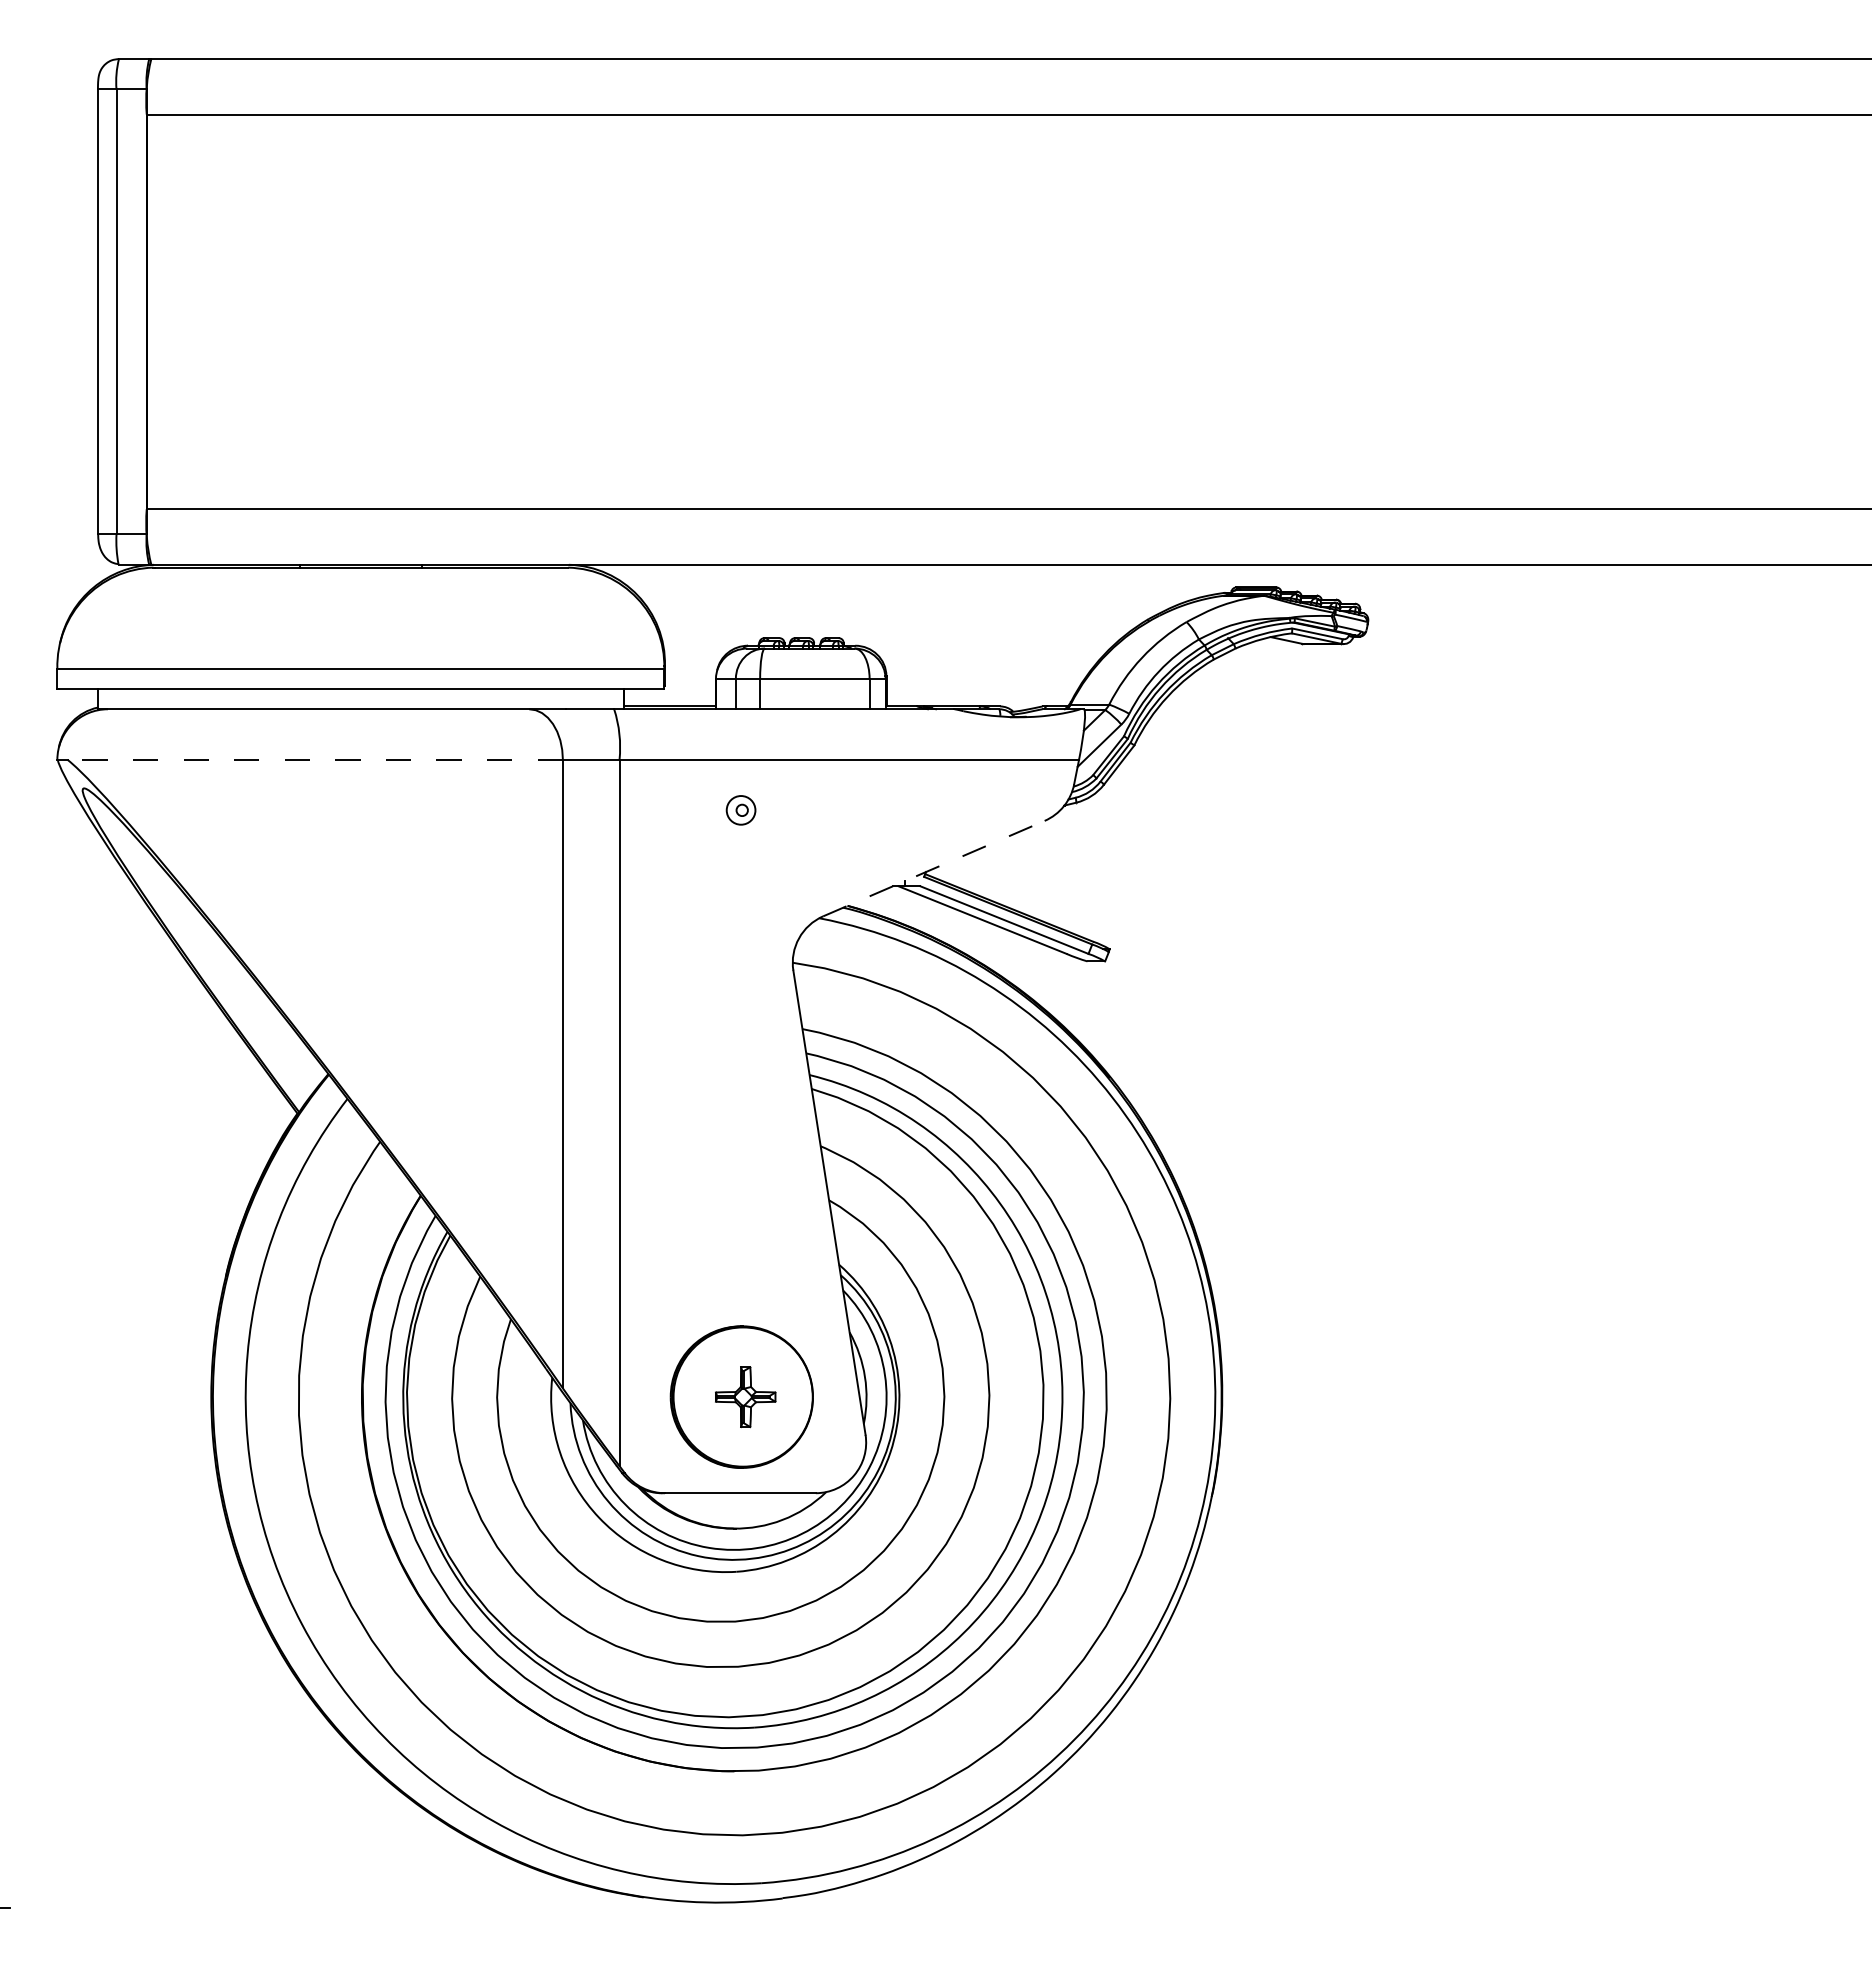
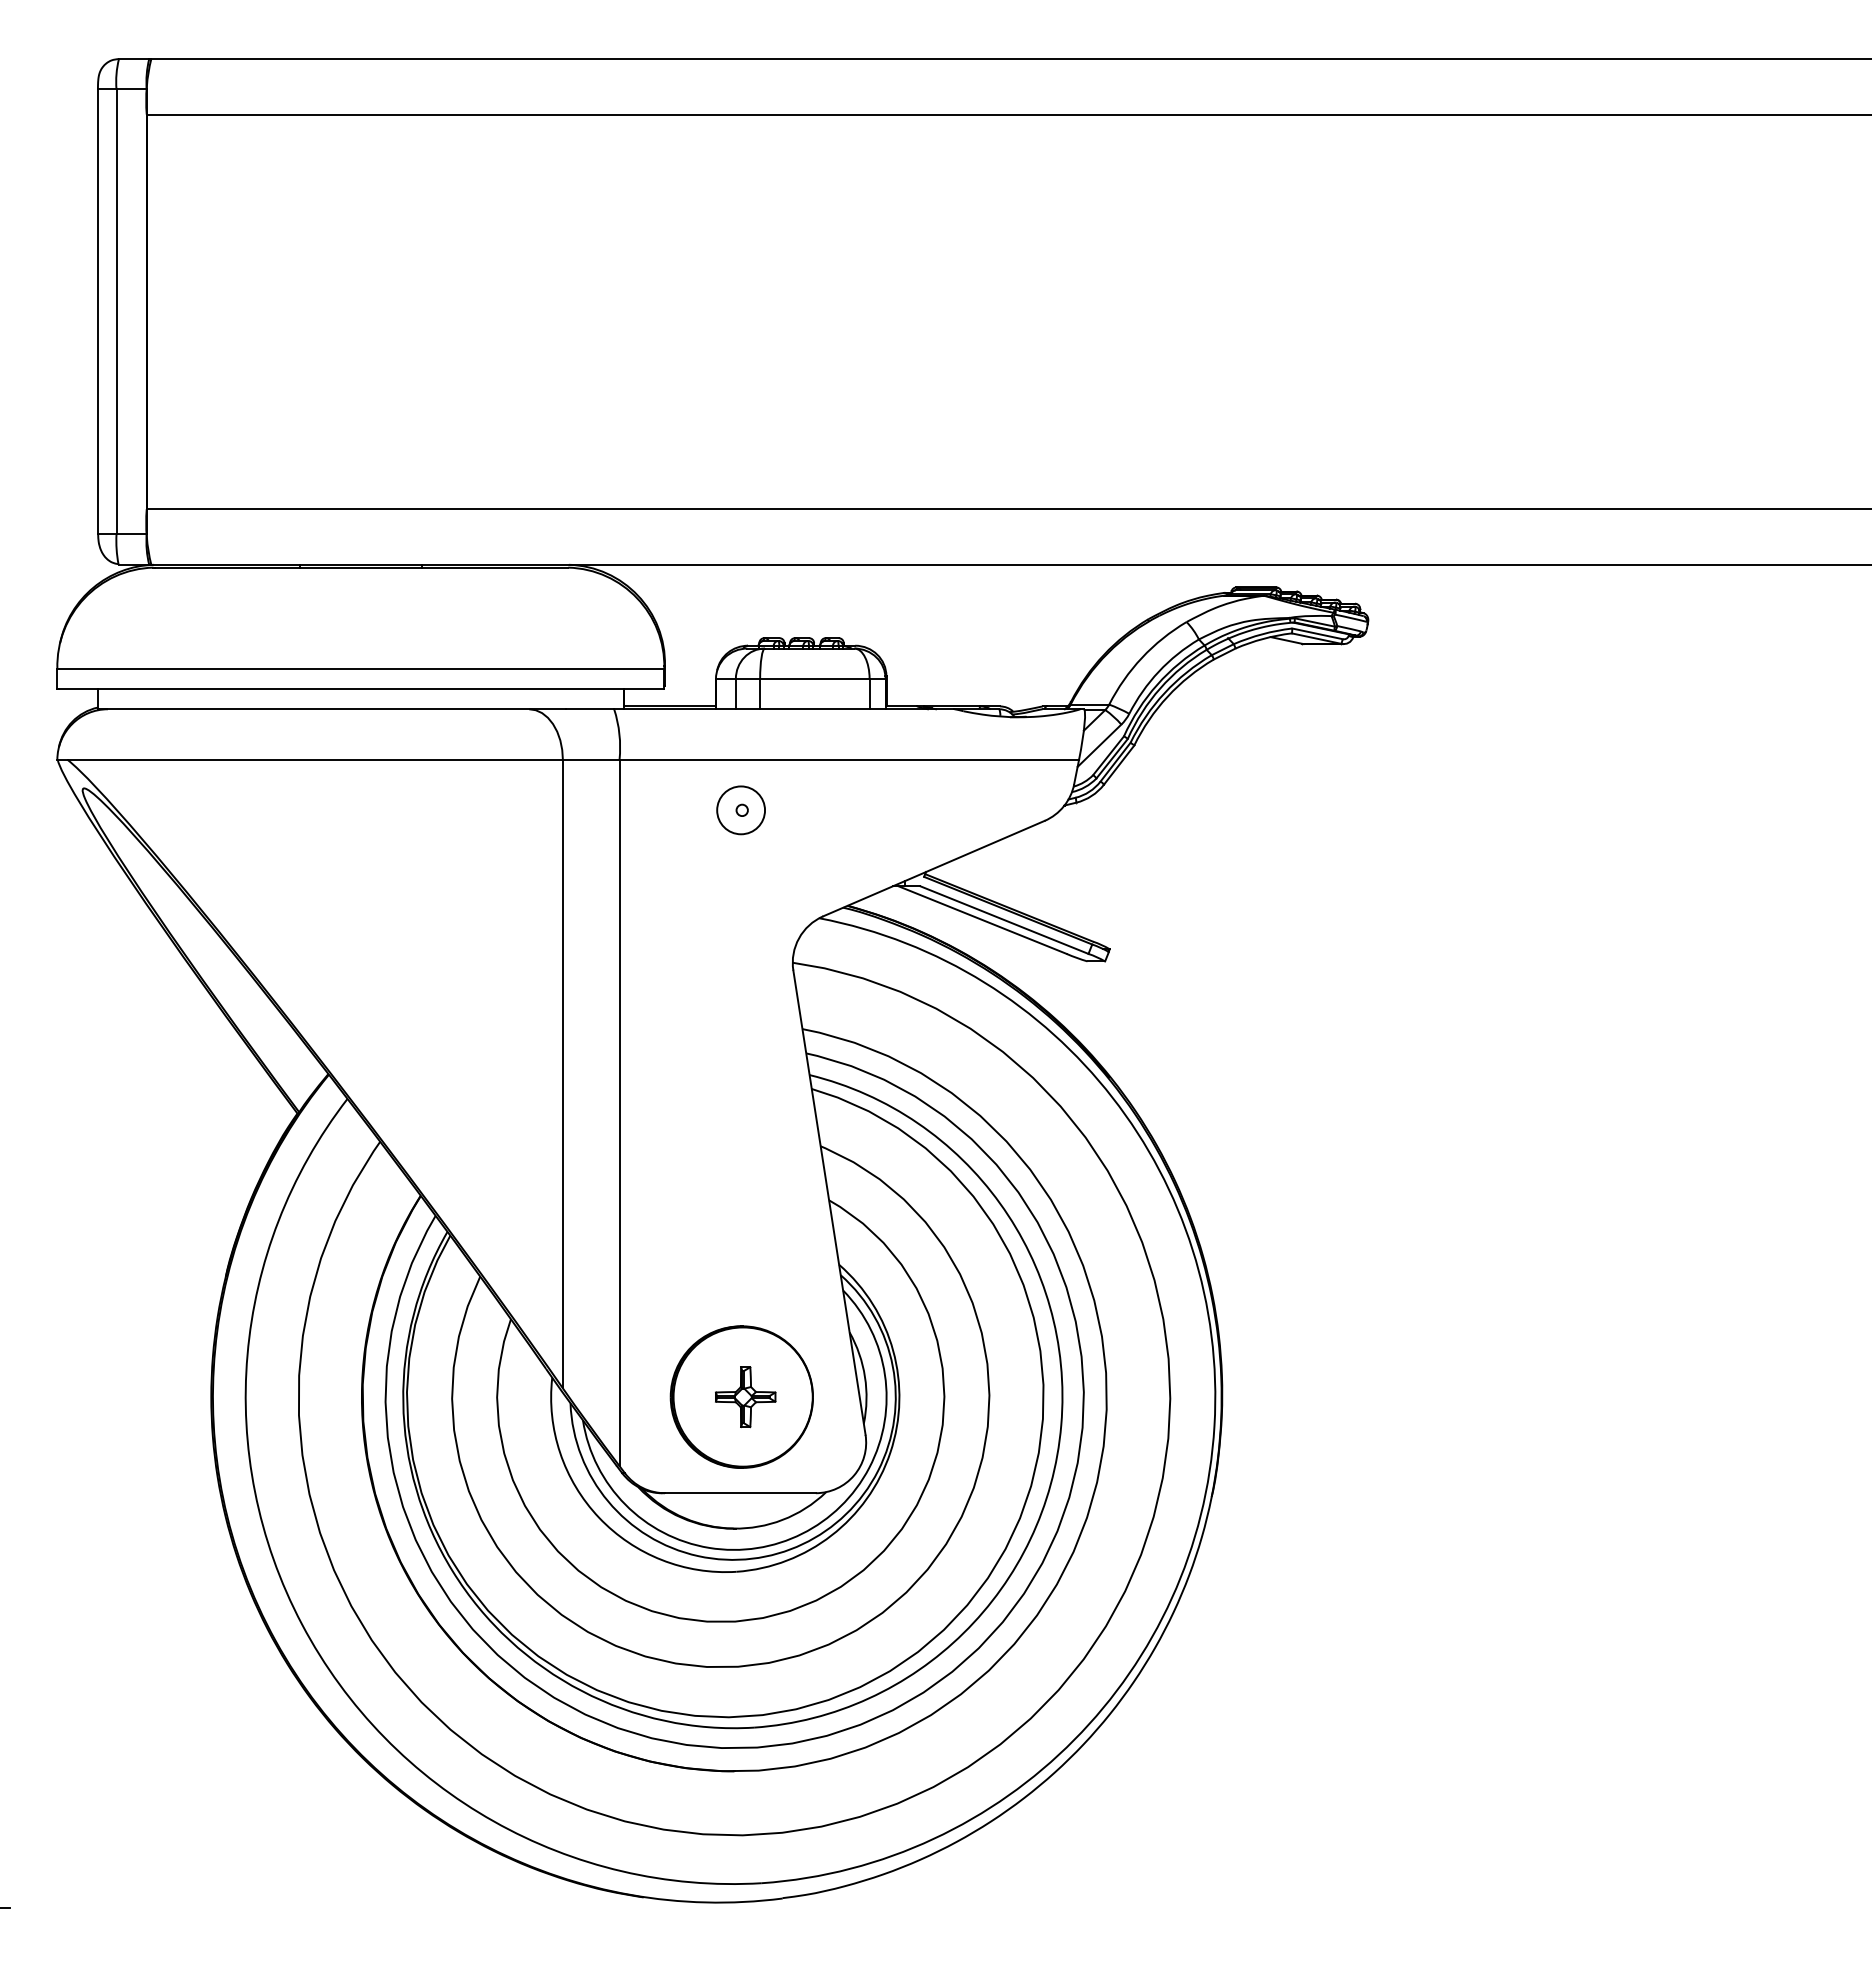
line at (315, 759): dashed -> solid
circle at (740, 810) diameter: 29 px -> 48 px
line at (933, 868): dashed -> solid
